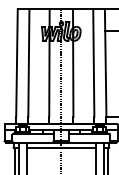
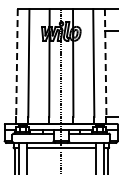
line at (16, 63): solid -> dashed
line at (105, 63): solid -> dashed
